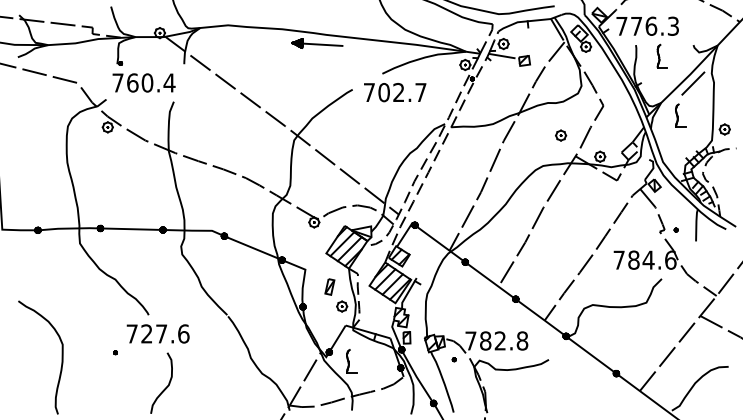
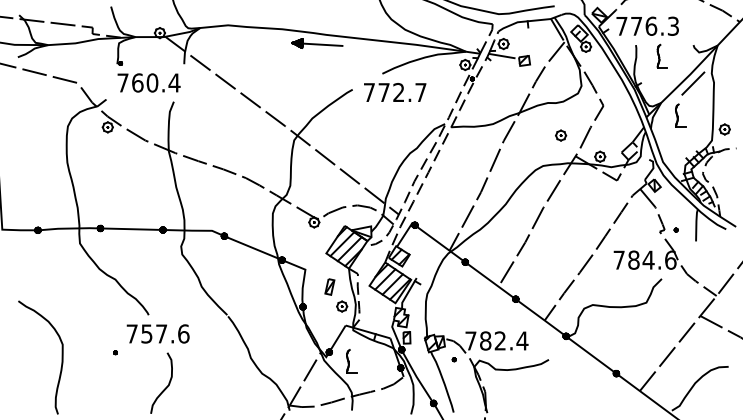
text at (143, 82) position: (143, 82) -> (148, 82)
text at (383, 92): 702.7 -> 772.7
text at (146, 333): 727.6 -> 757.6
text at (522, 340): 782.8 -> 782.4
